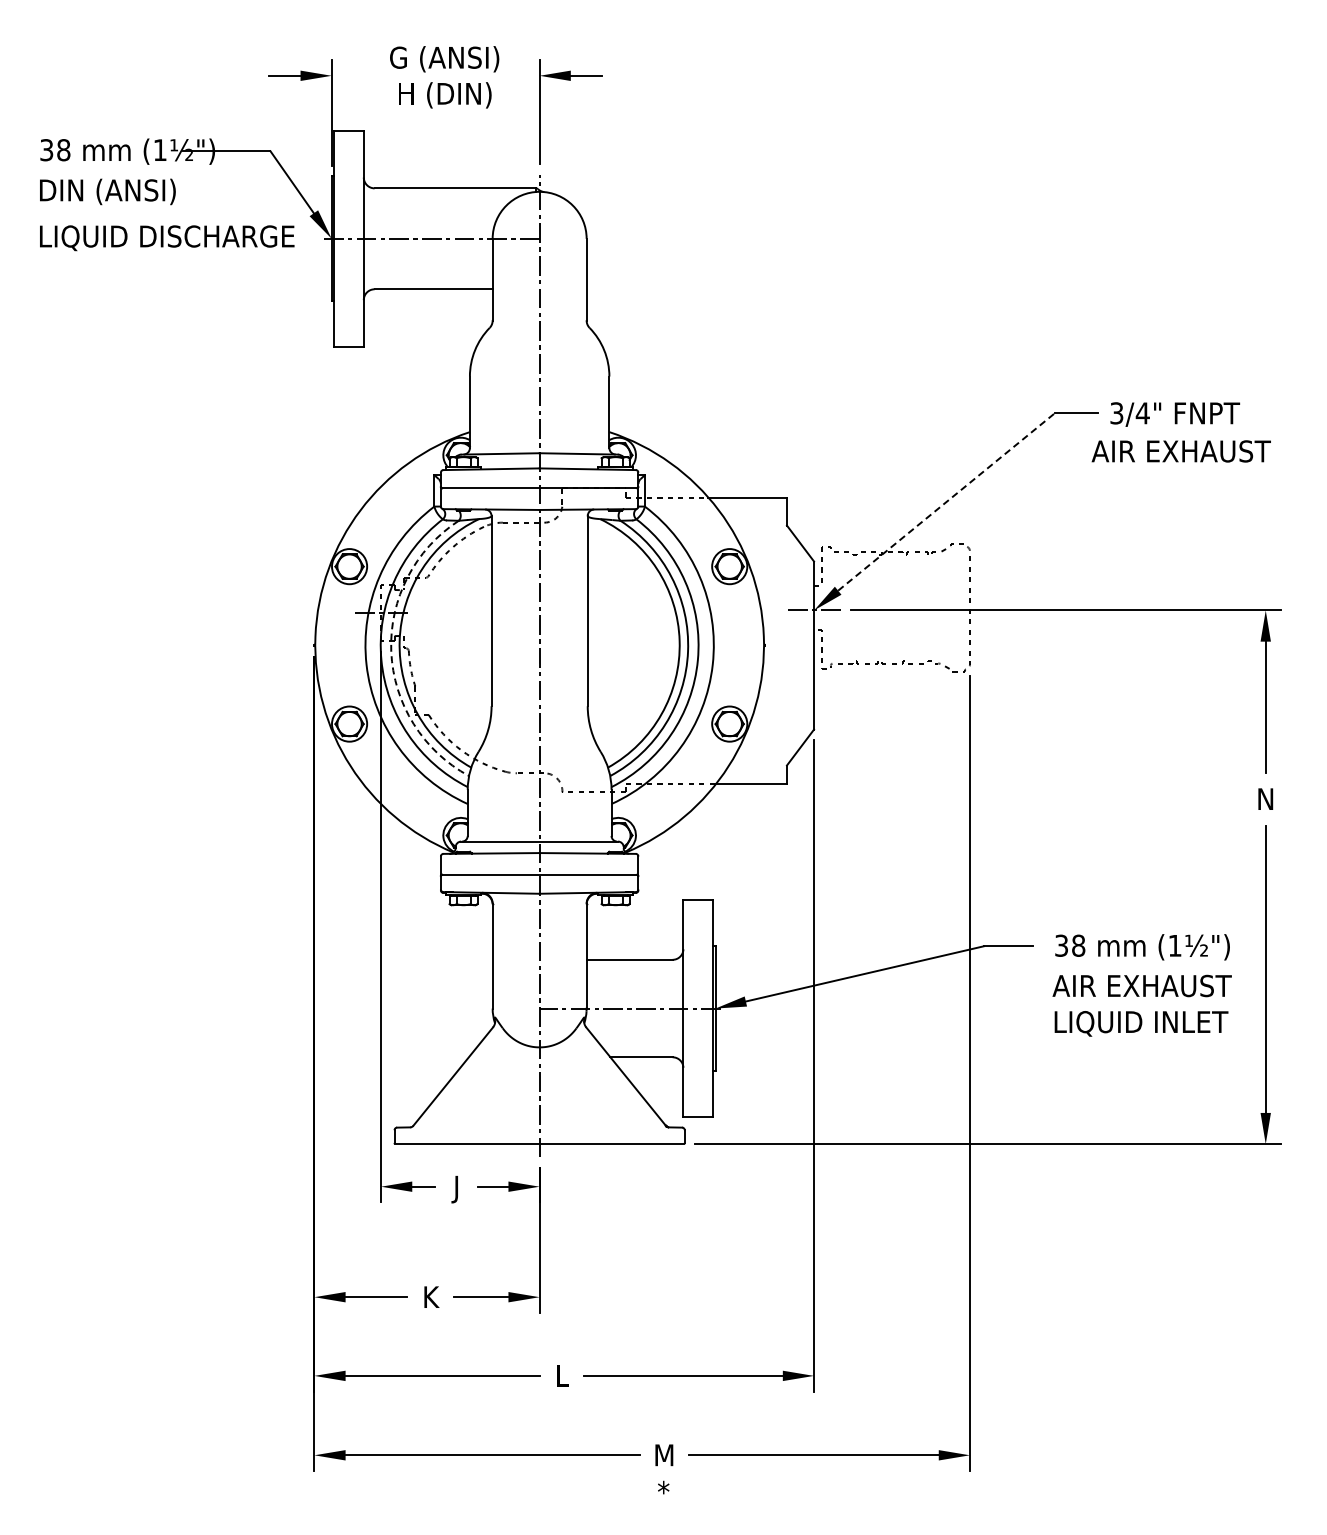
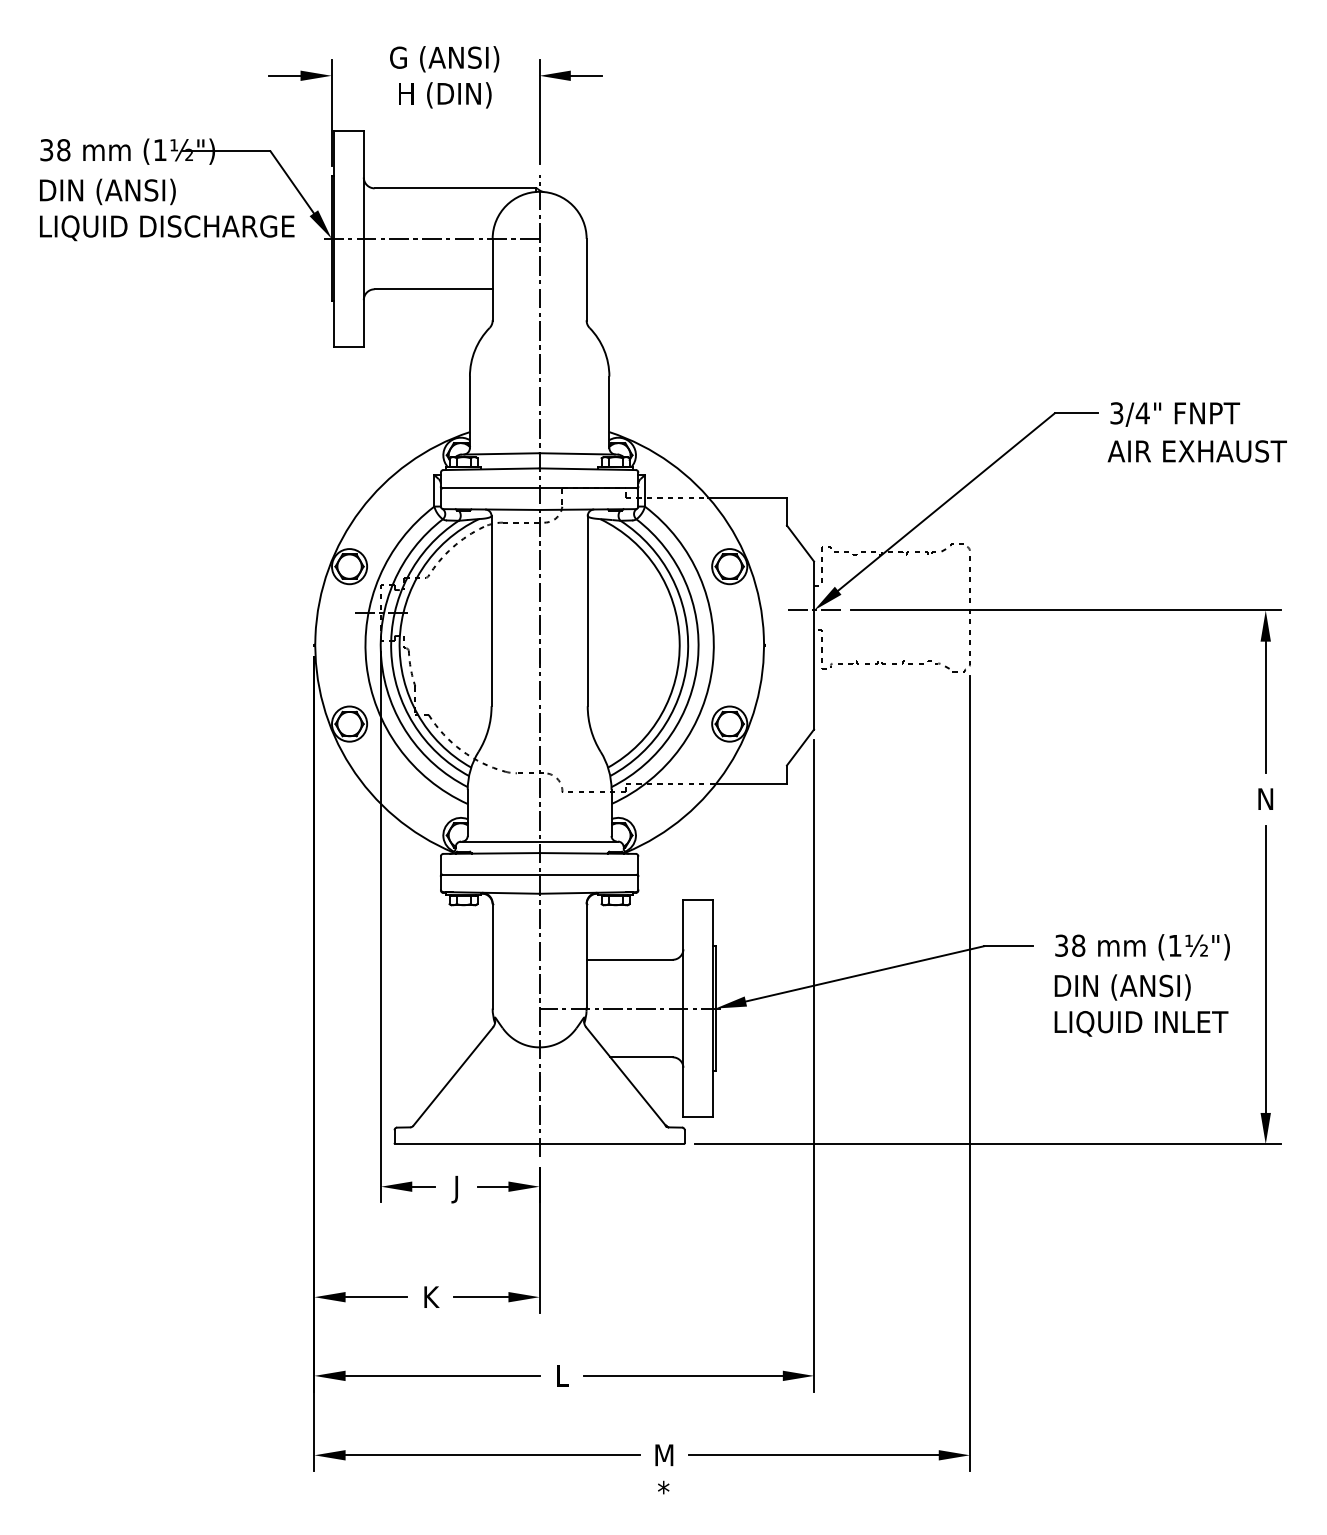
text at (167, 238) position: (167, 238) -> (167, 228)
text at (1180, 451) position: (1180, 451) -> (1196, 451)
line at (946, 502): dashed -> solid
arc at (391, 651): dashed -> solid
text at (1141, 987): AIR EXHAUST -> DIN (ANSI)
